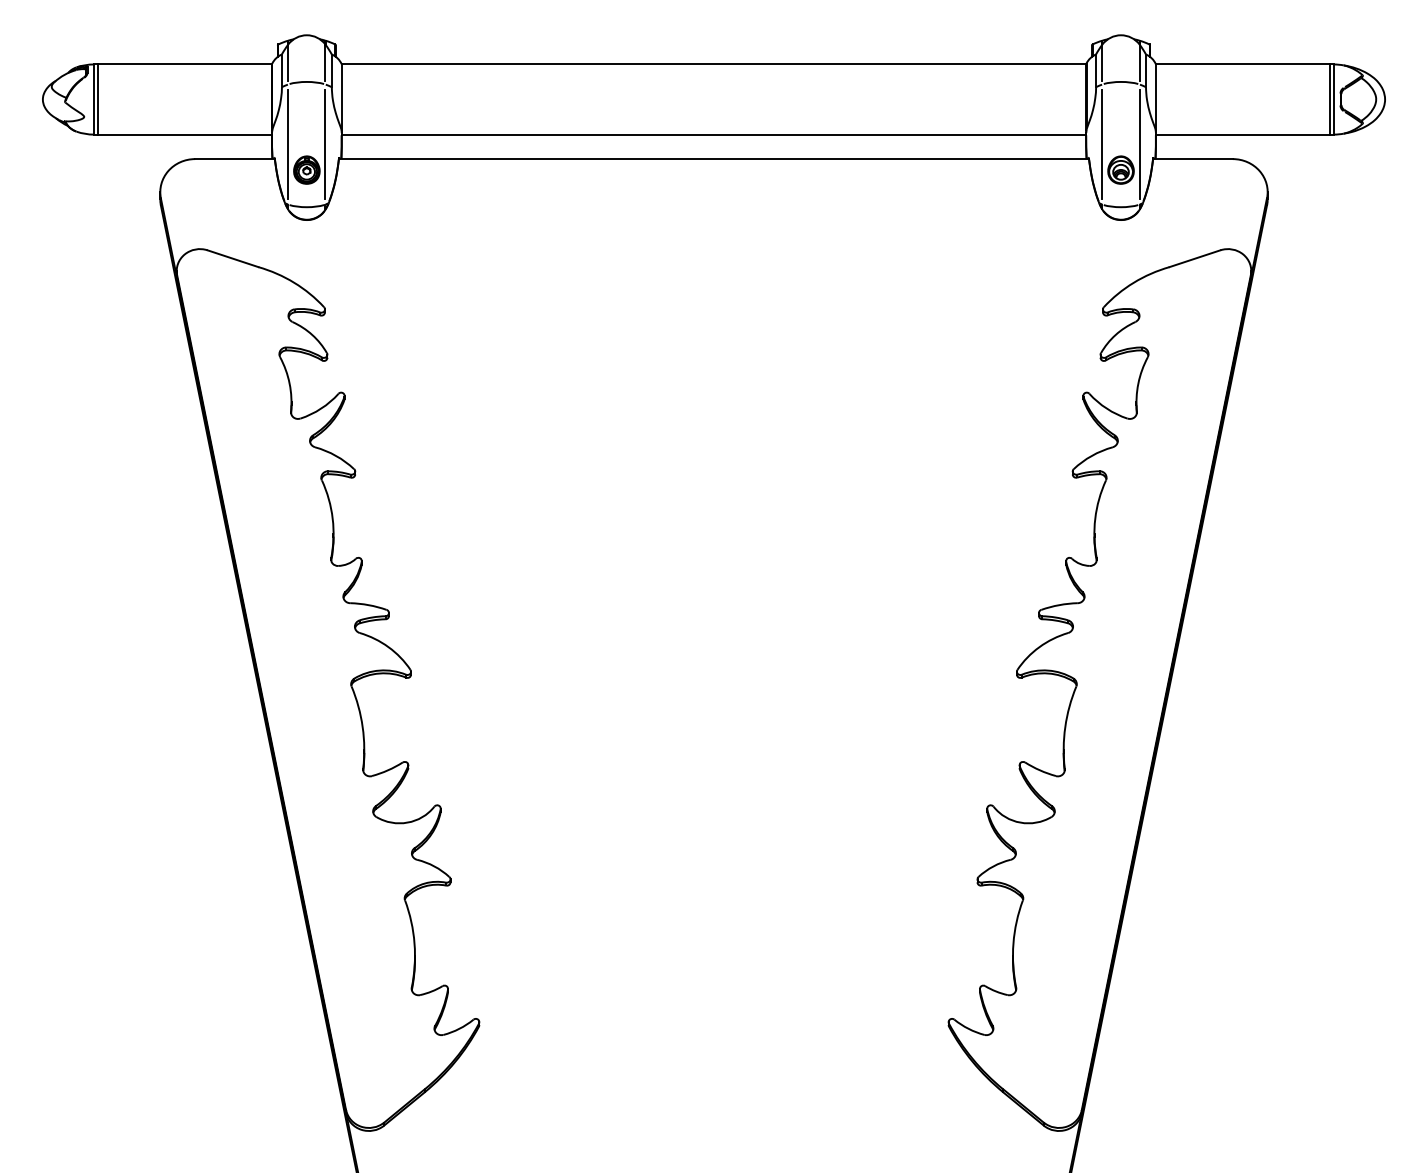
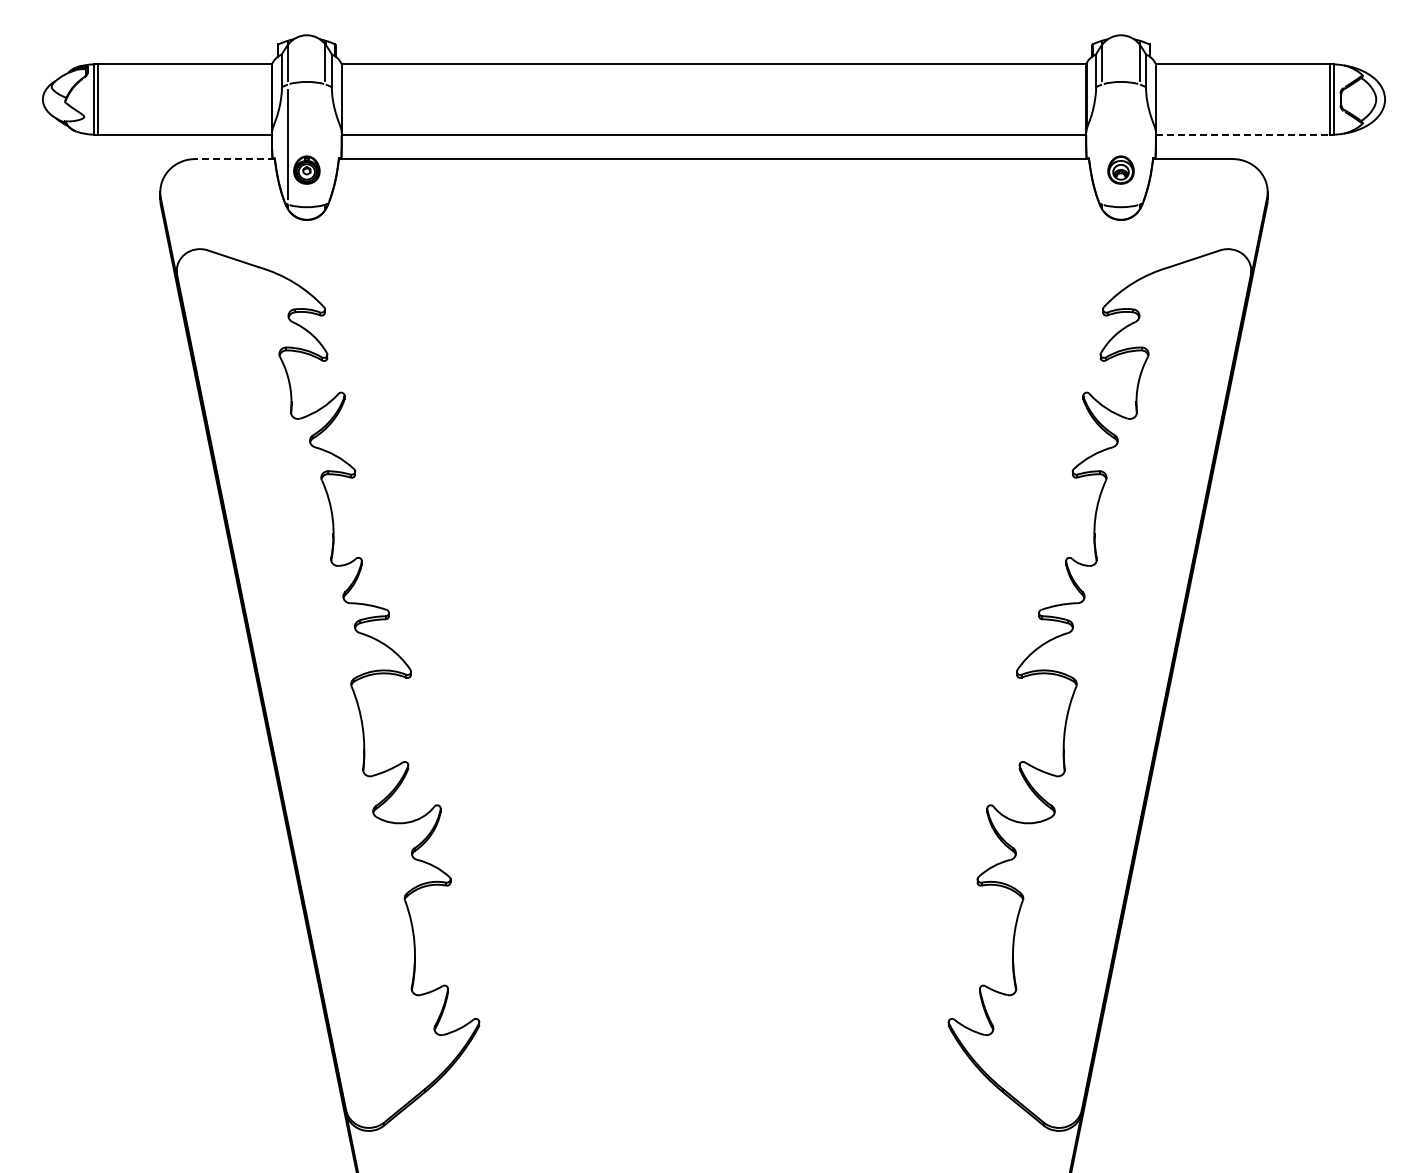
line at (1243, 134): solid -> dashed
line at (325, 144): present -> none
line at (1102, 144): present -> none
line at (1139, 144): present -> none
line at (235, 159): solid -> dashed
